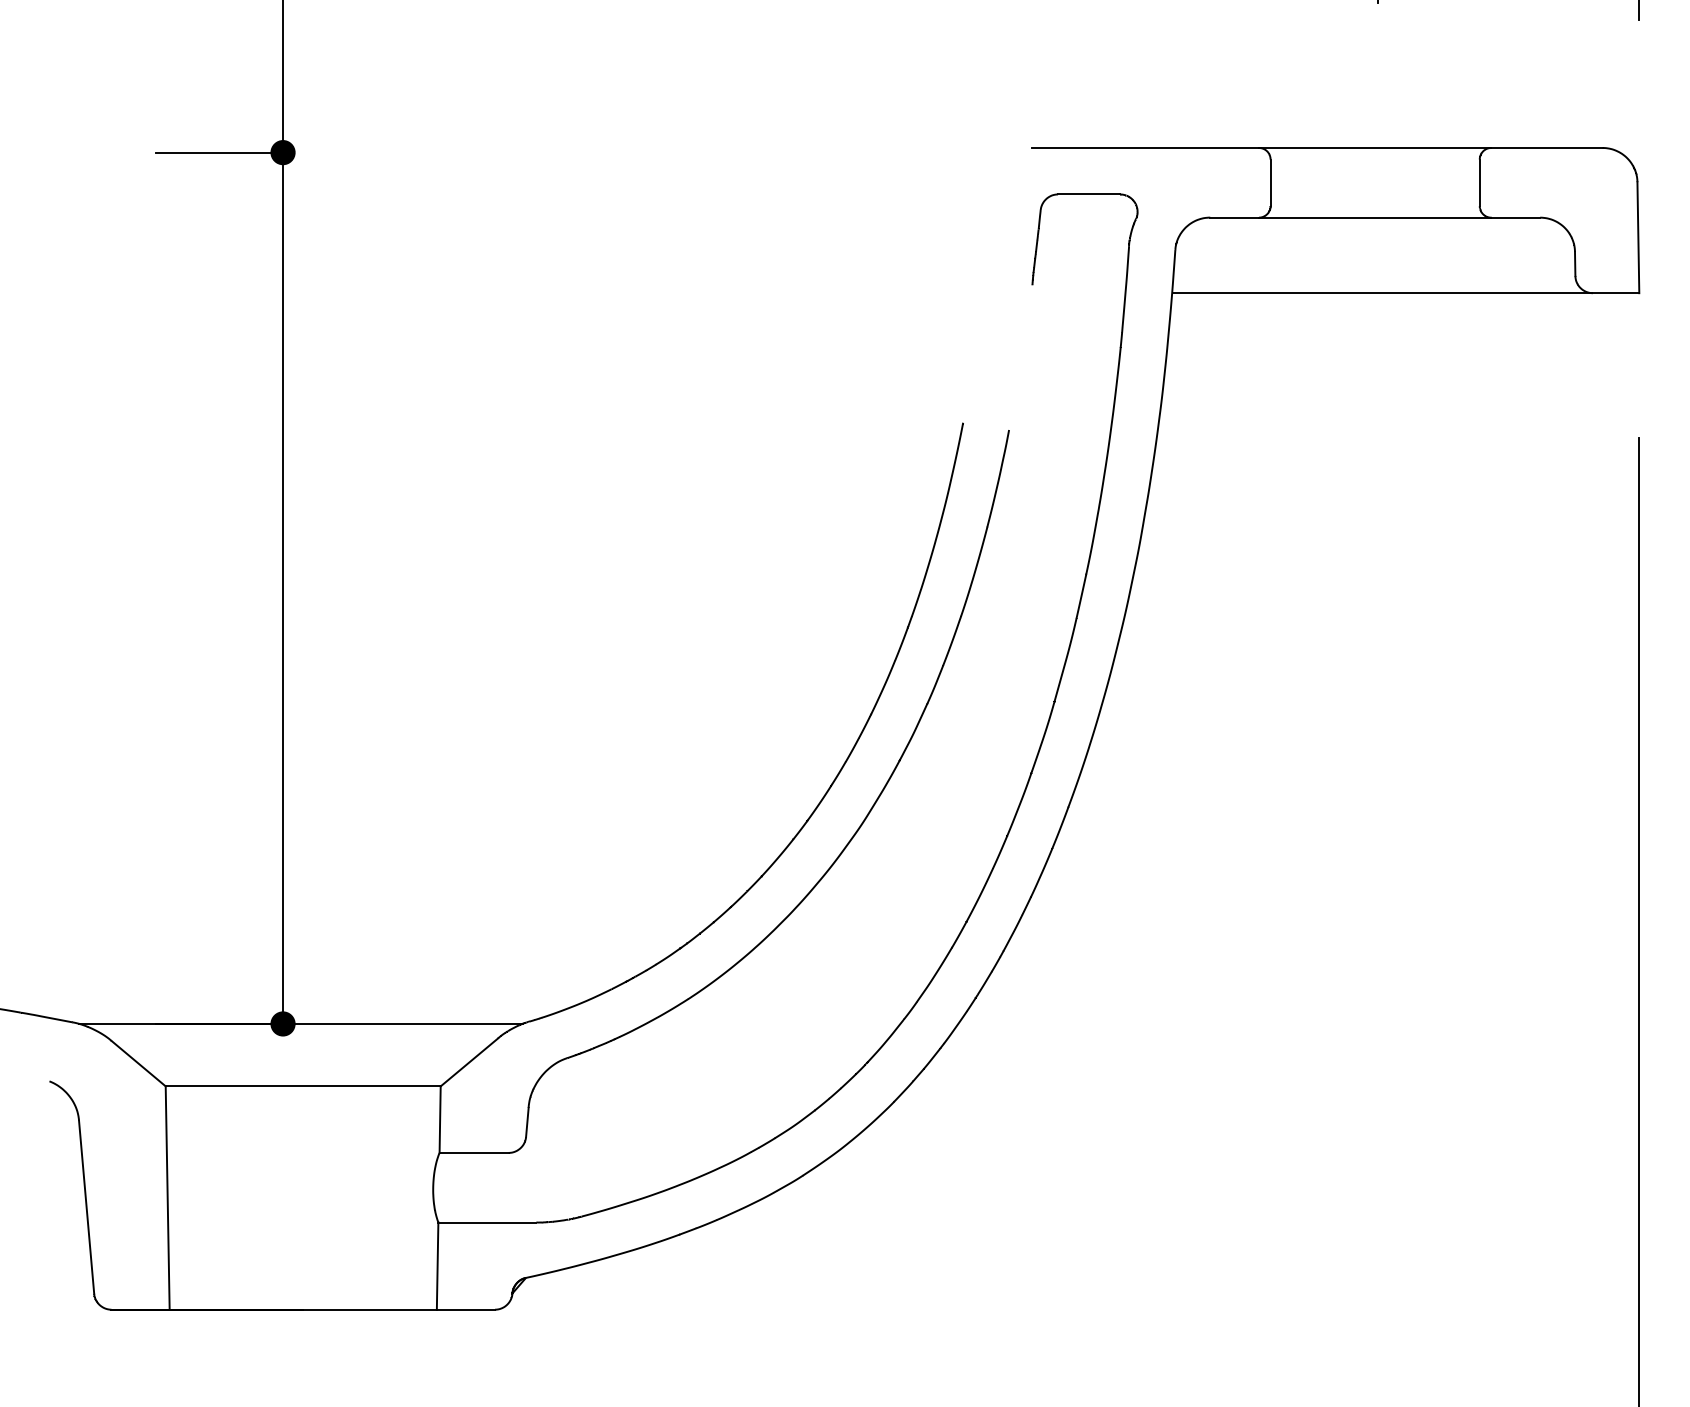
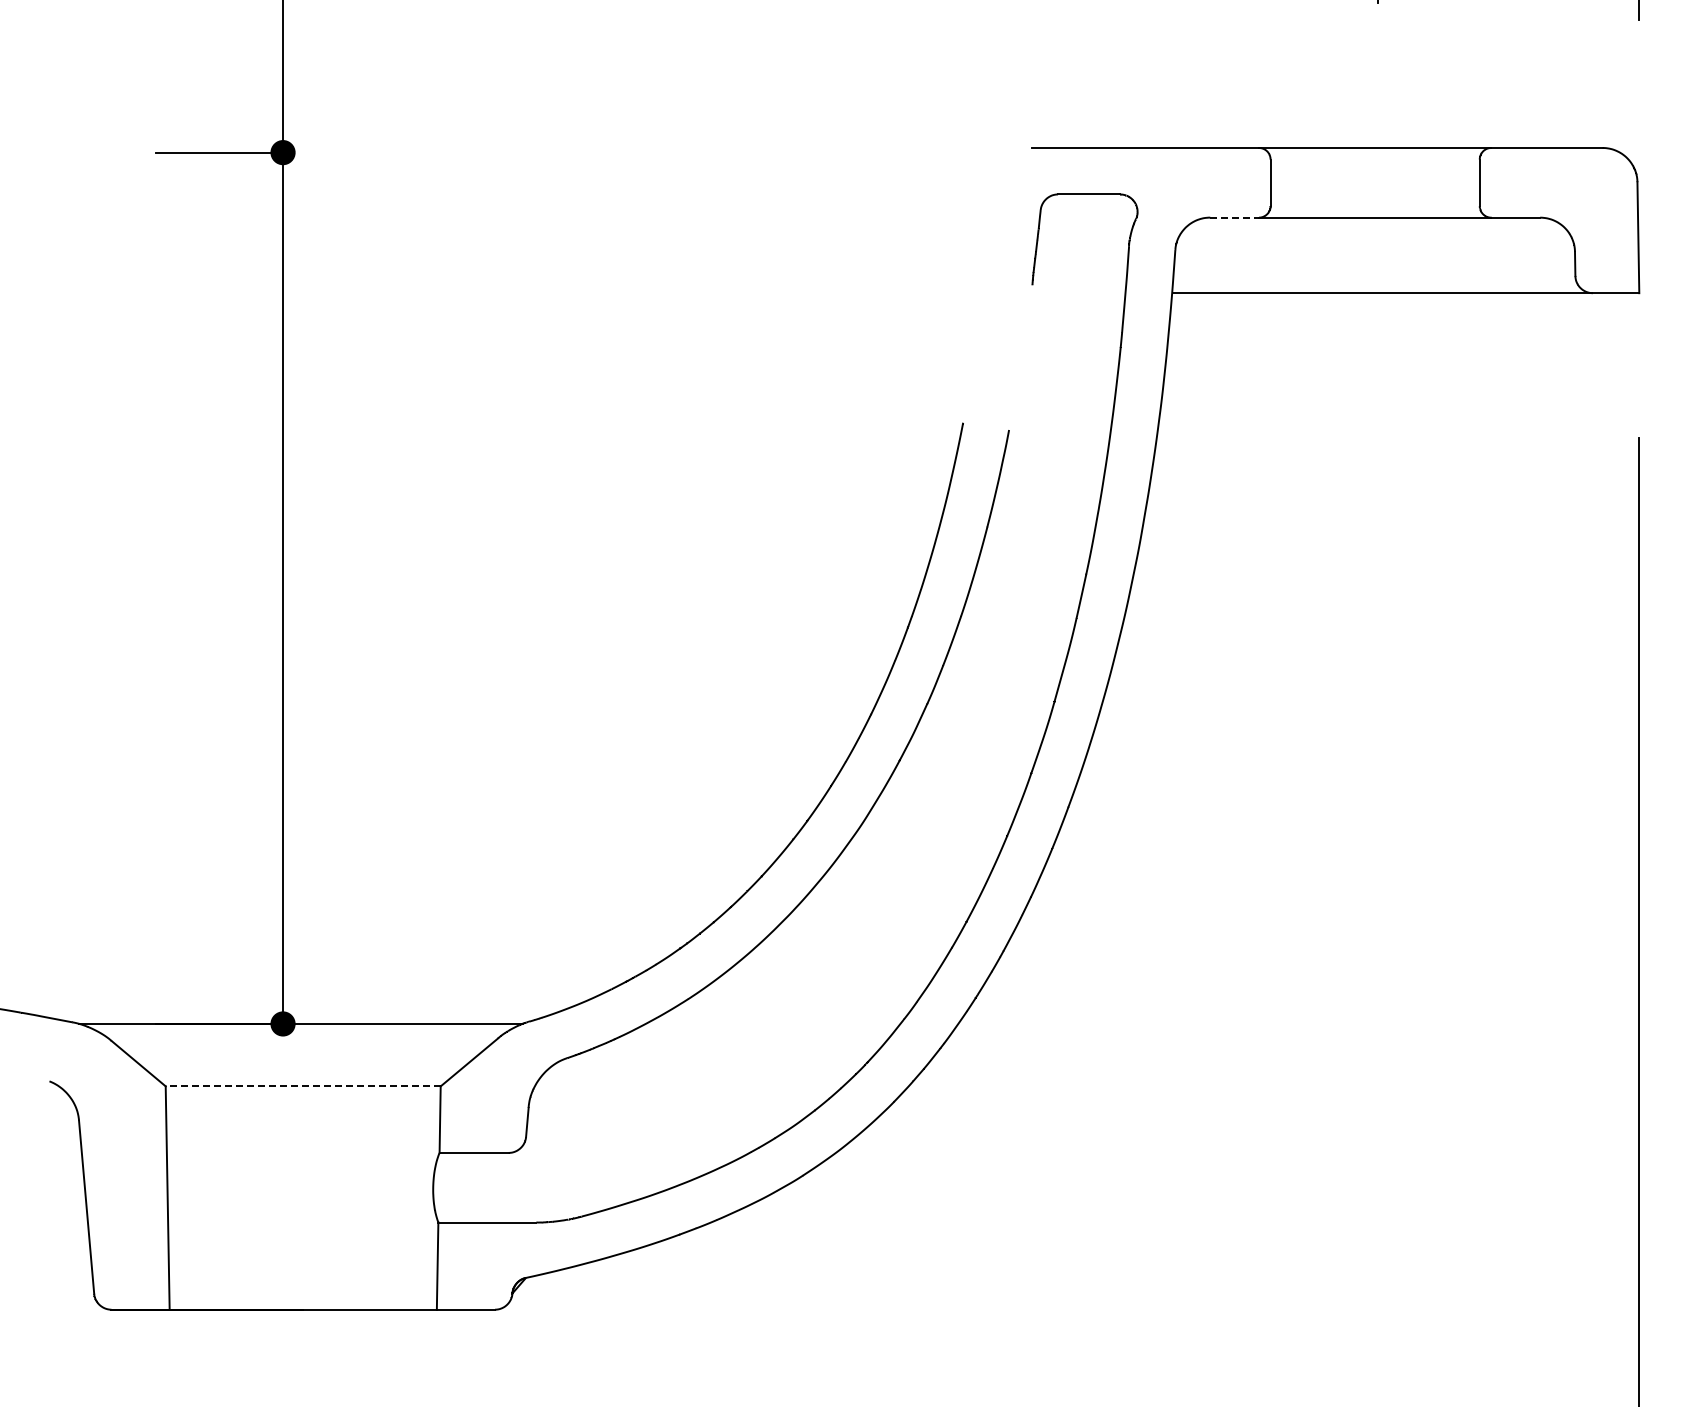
line at (1235, 217): solid -> dashed
line at (302, 1086): solid -> dashed
